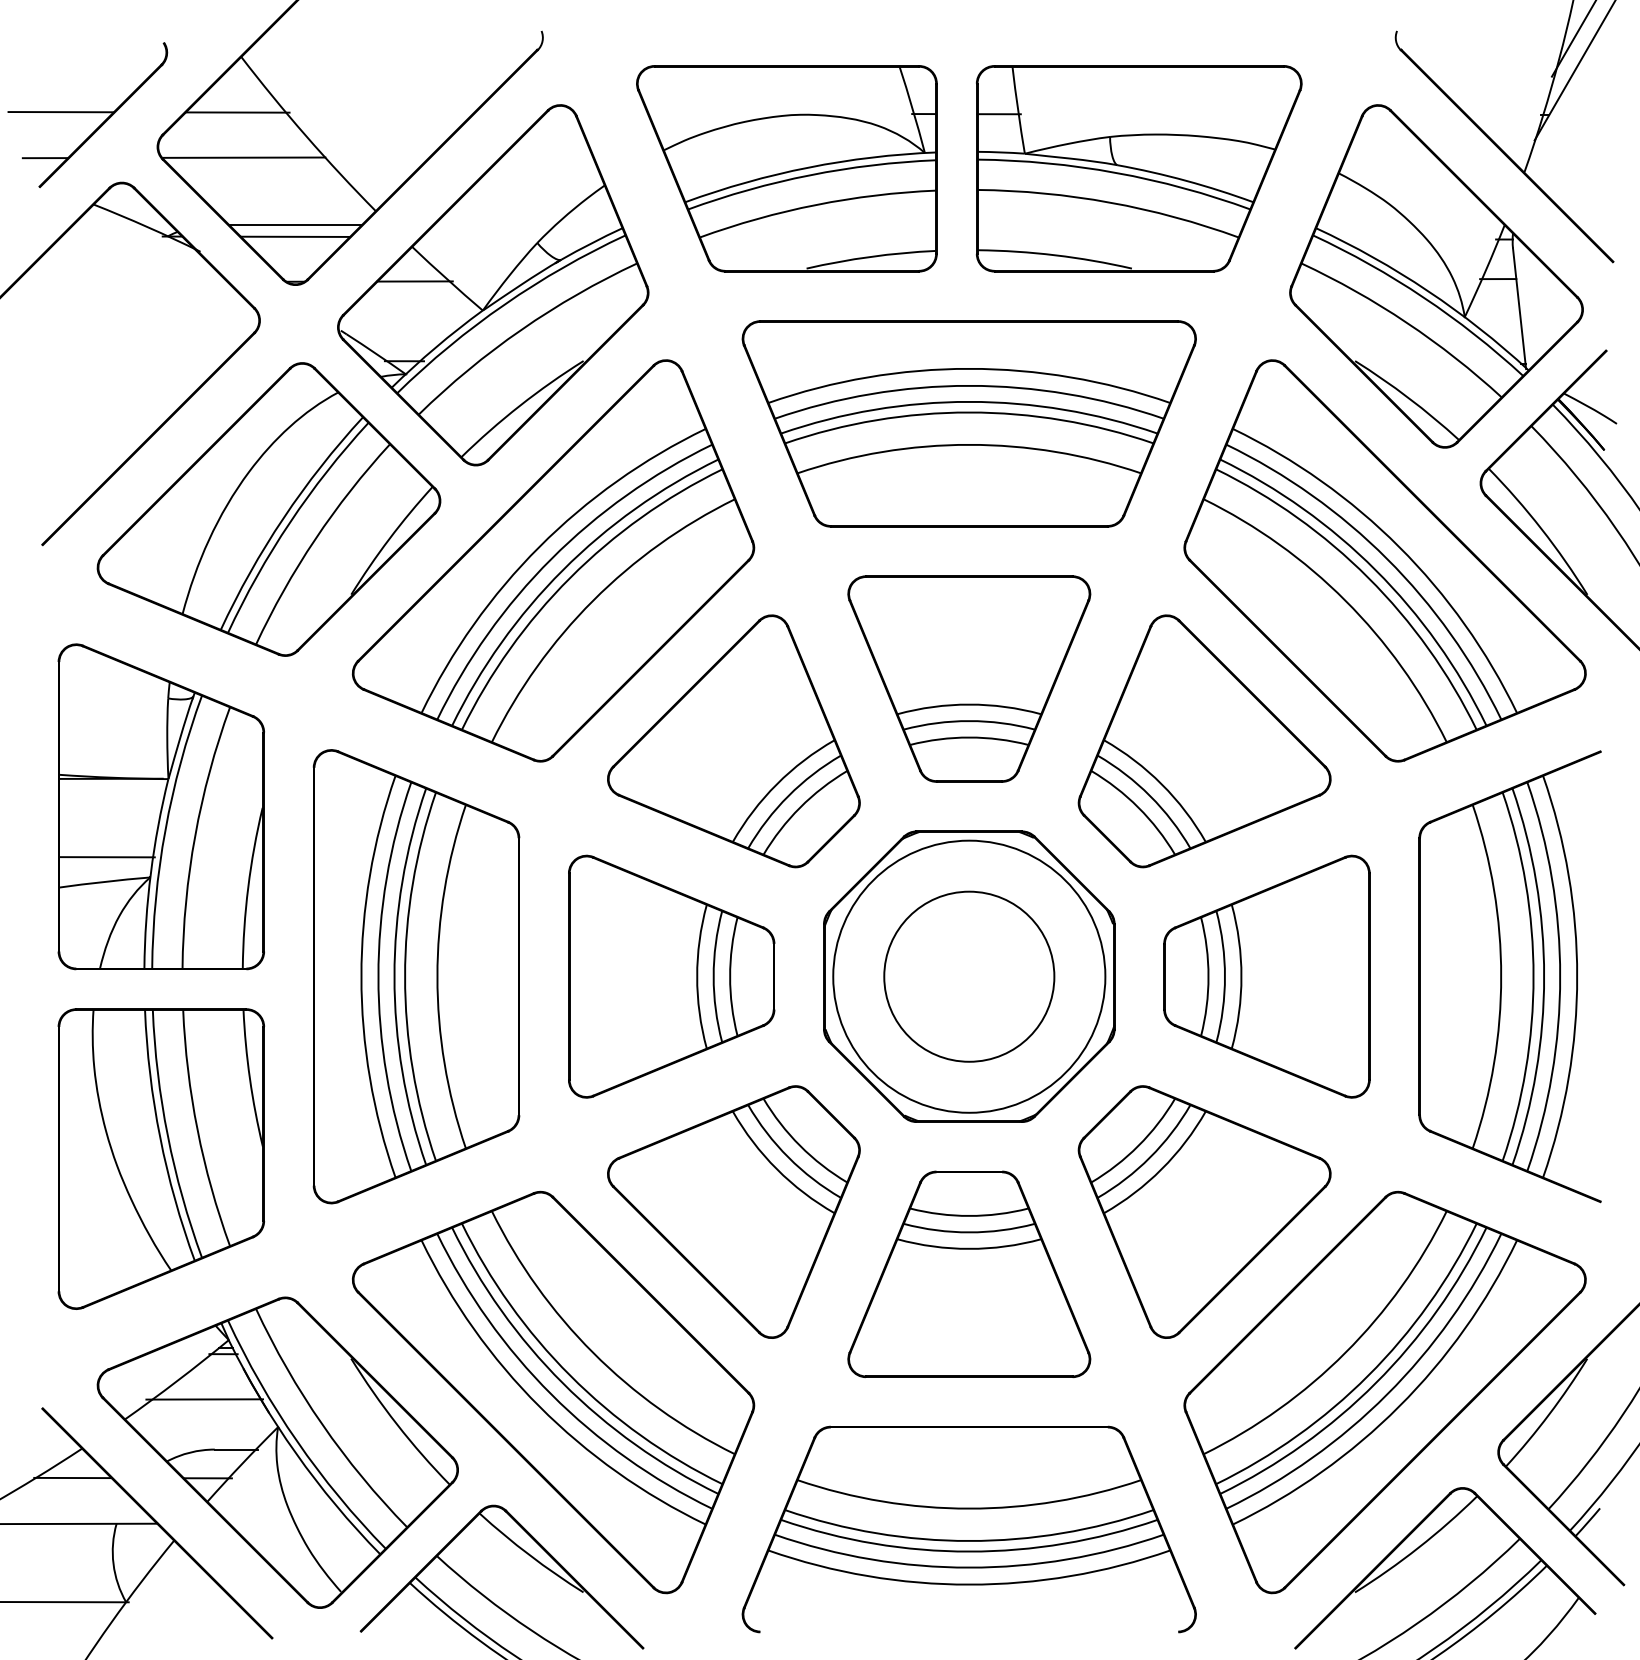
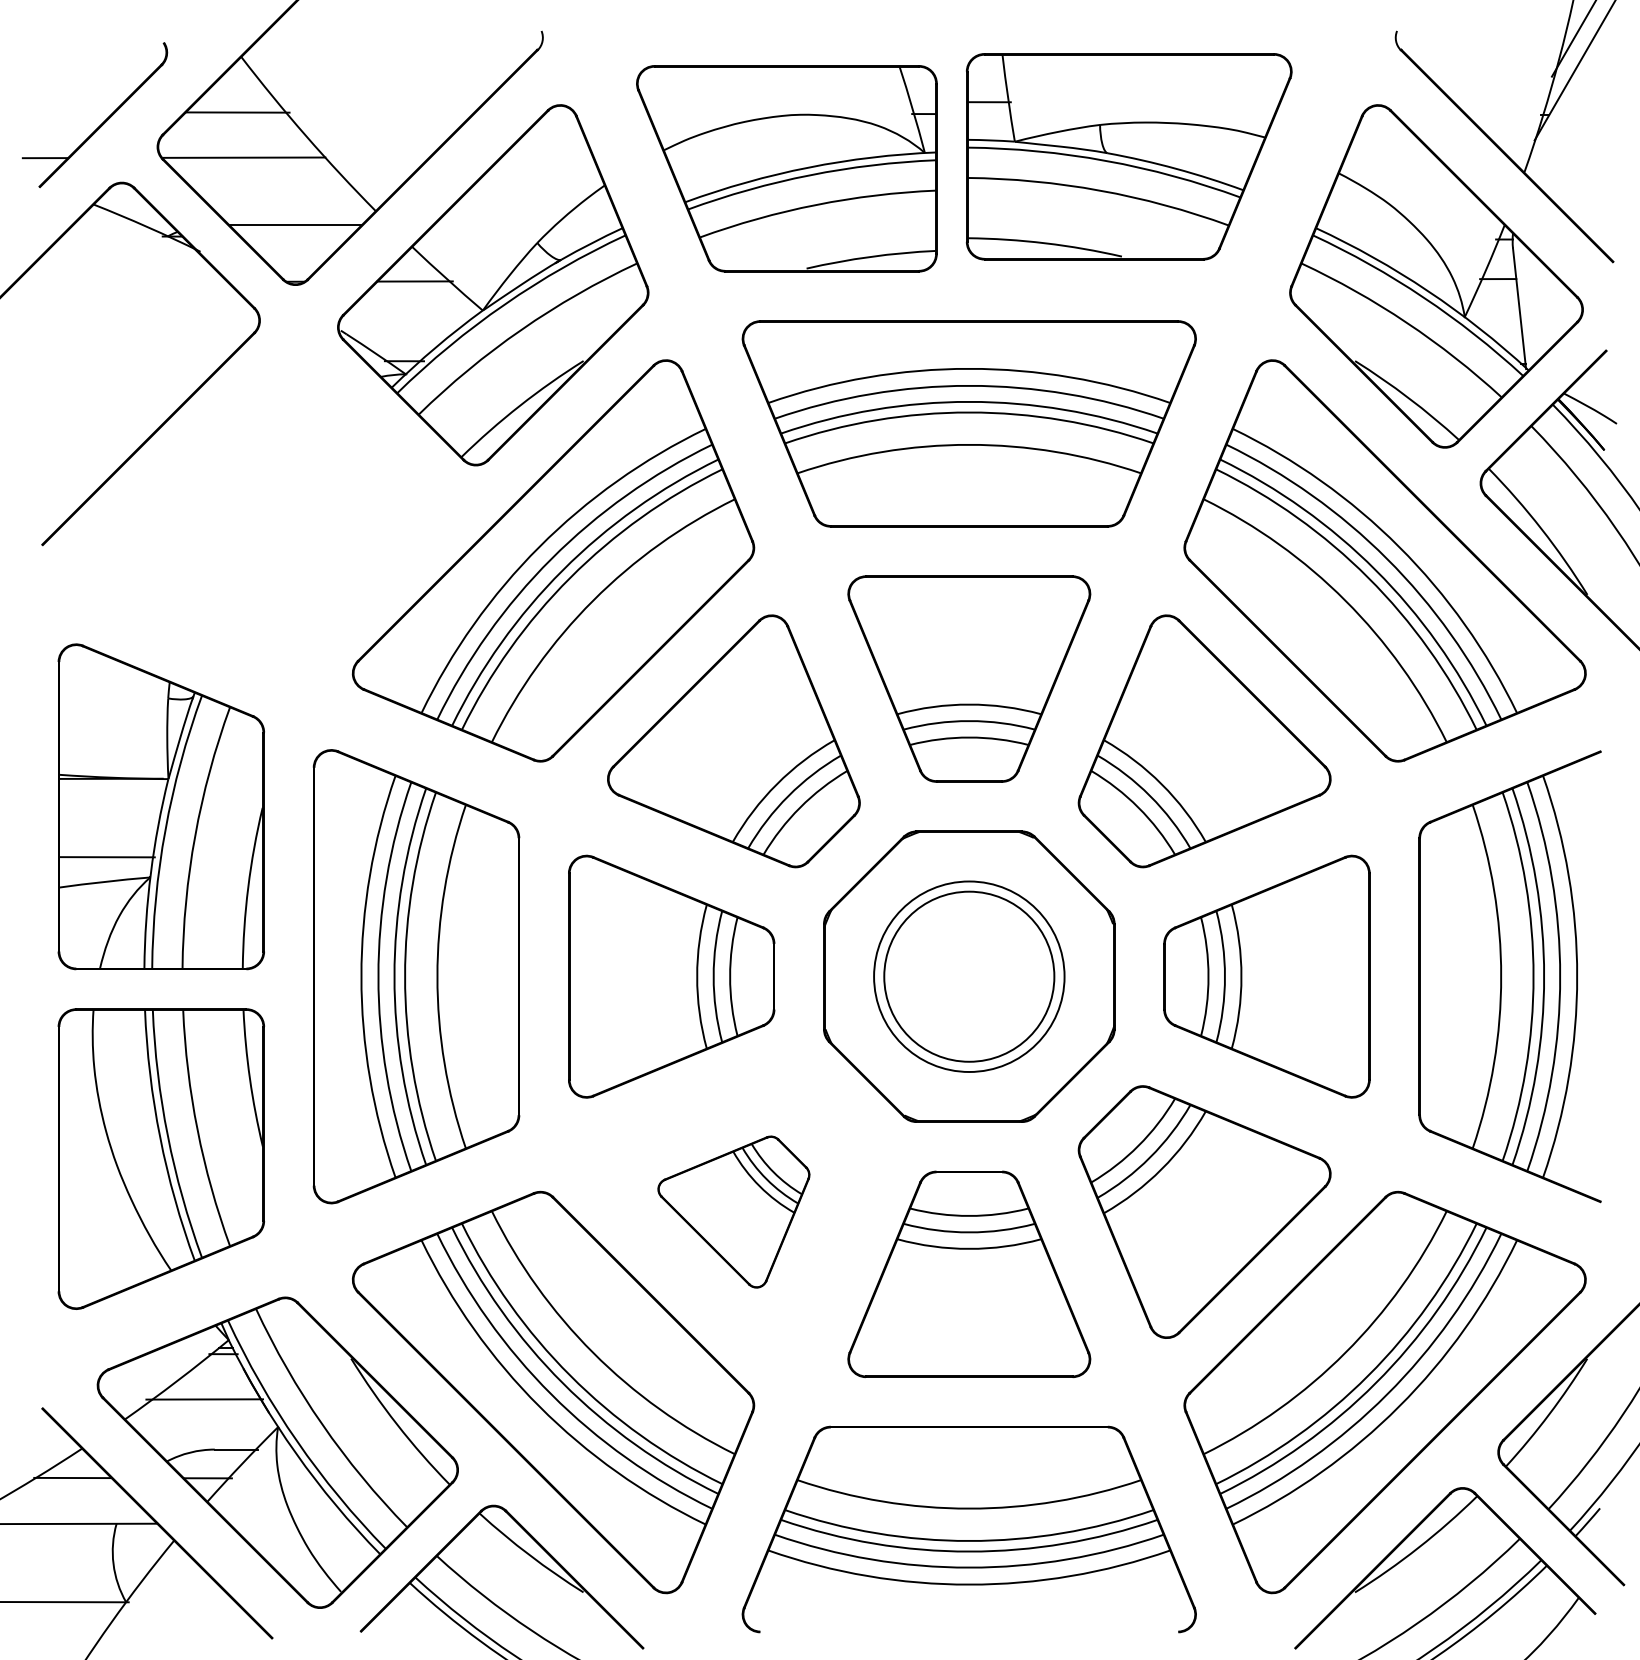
line at (60, 112): present -> none
part at (1138, 168) position: (1138, 168) -> (1128, 156)
line at (295, 236): present -> none
part at (268, 509): present -> none
circle at (969, 976) diameter: 272 px -> 190 px
part at (733, 1211) size: 254x254 px -> 154x154 px
